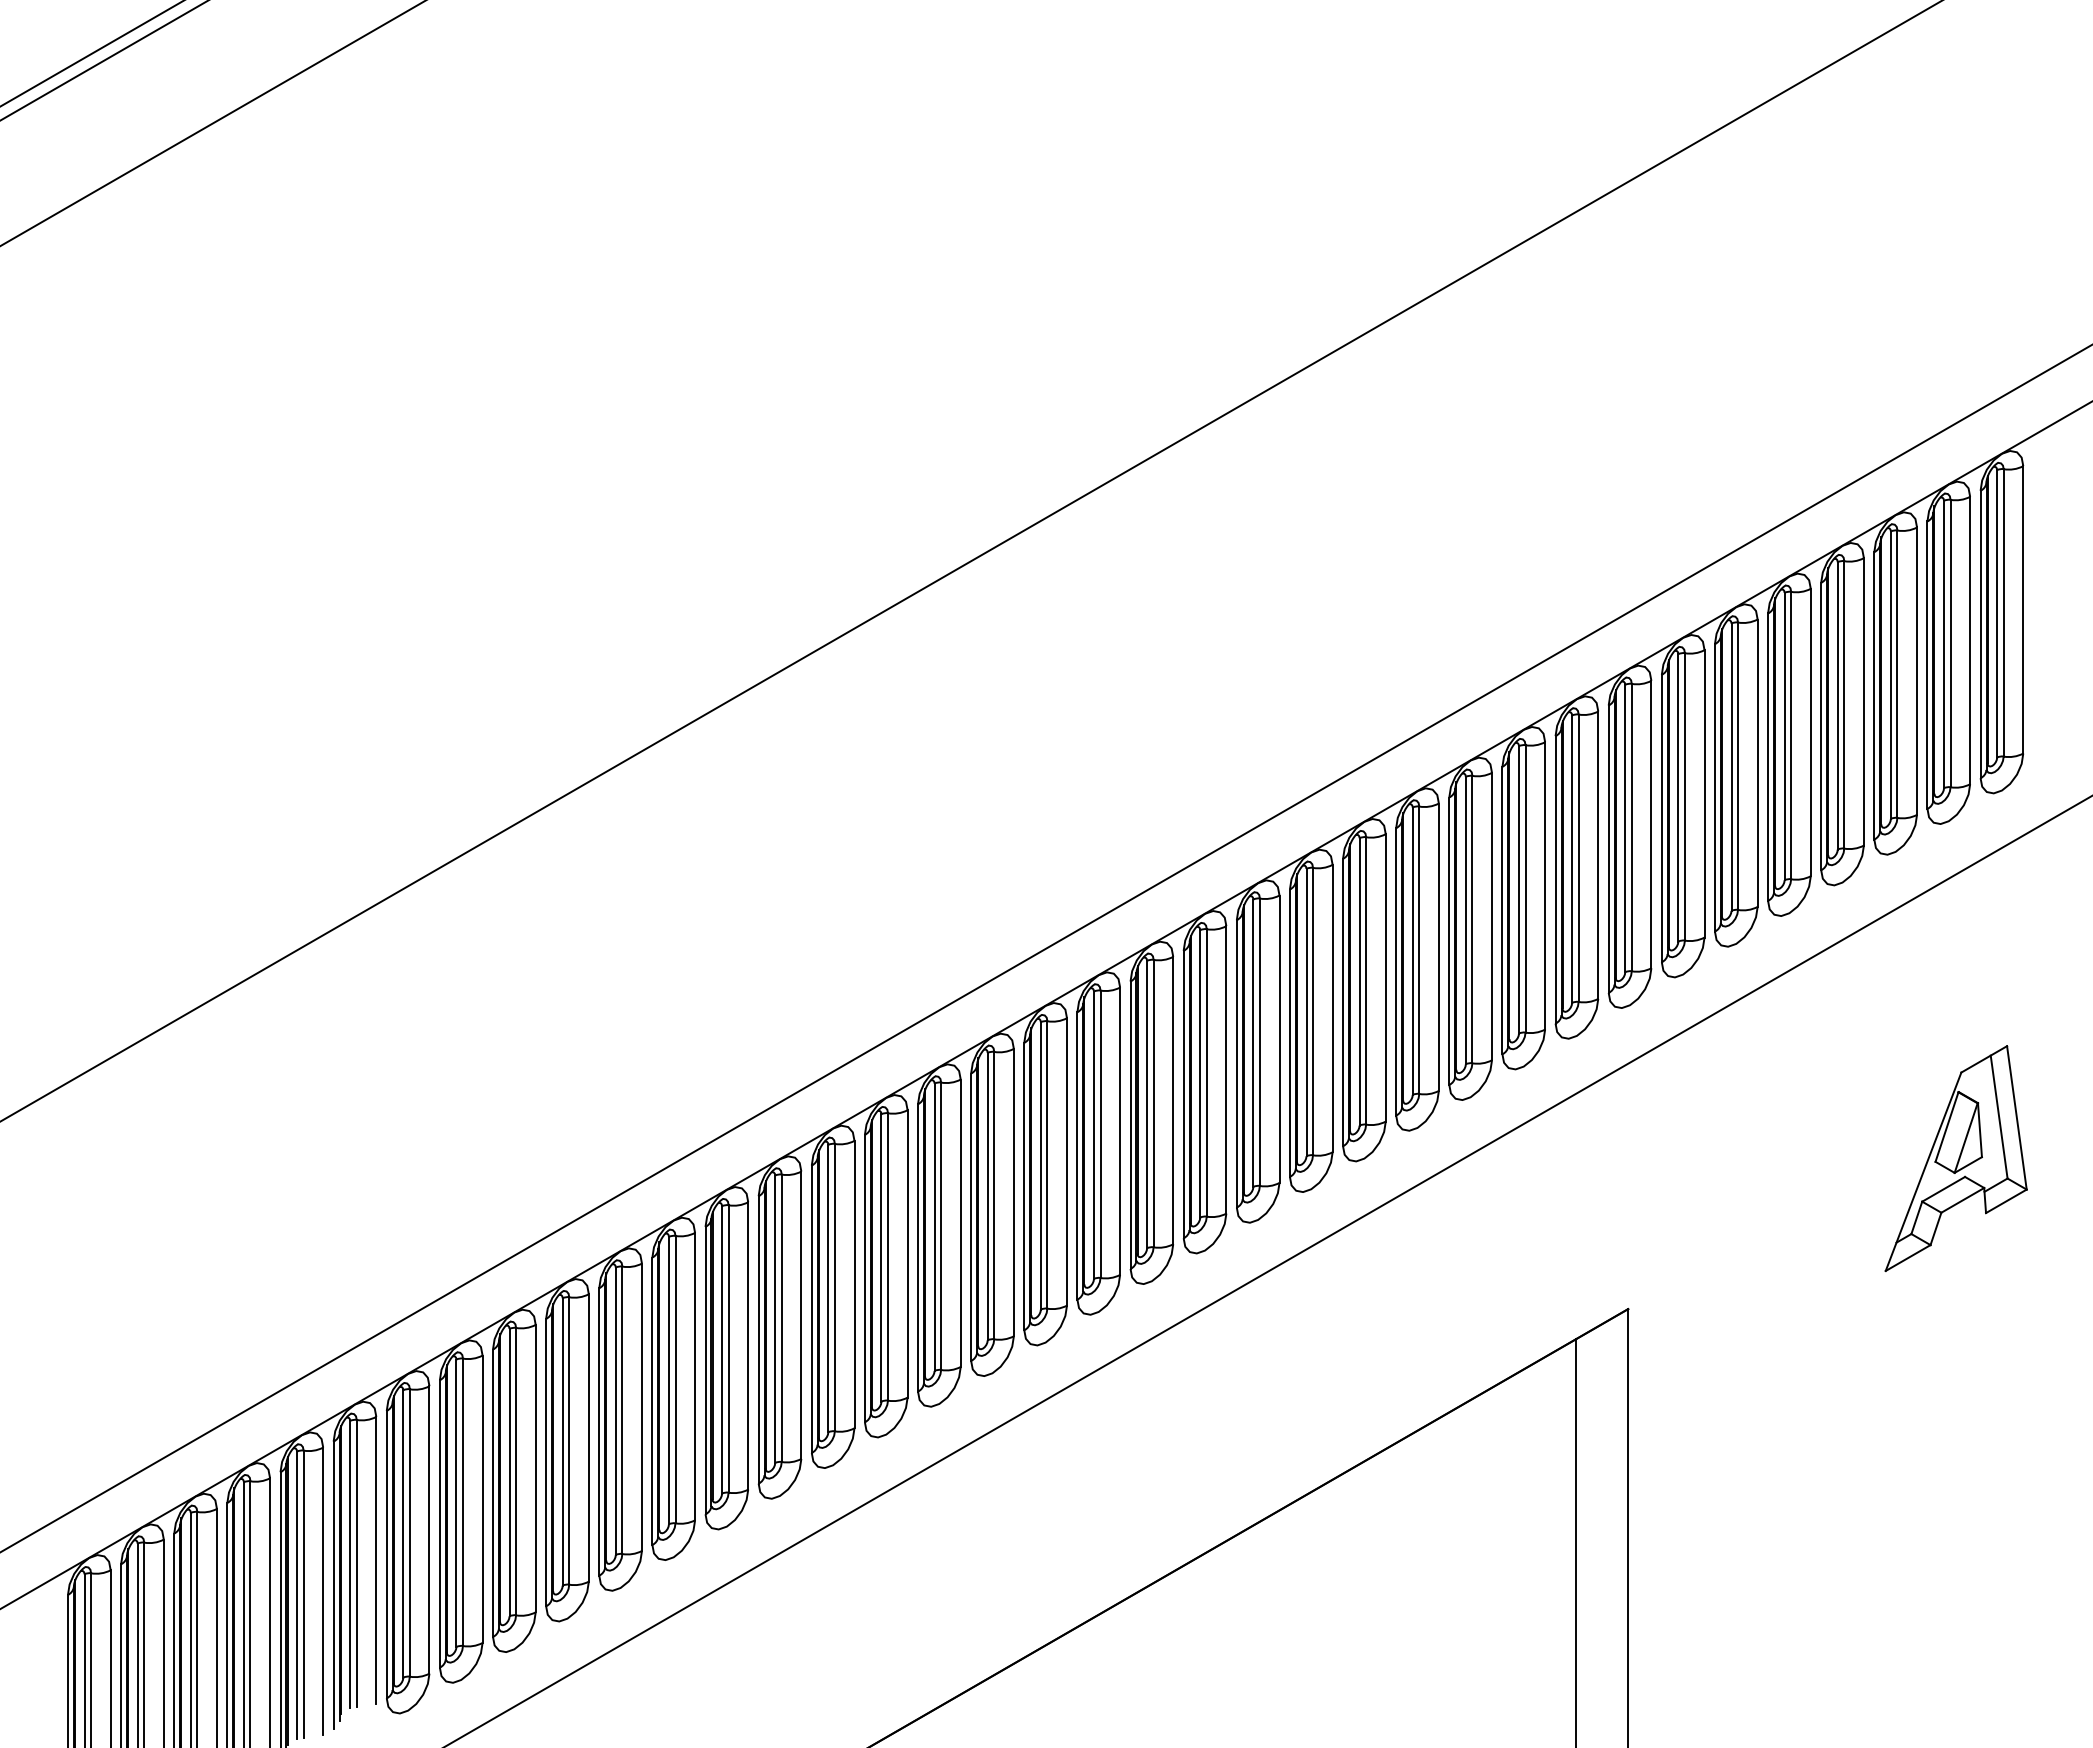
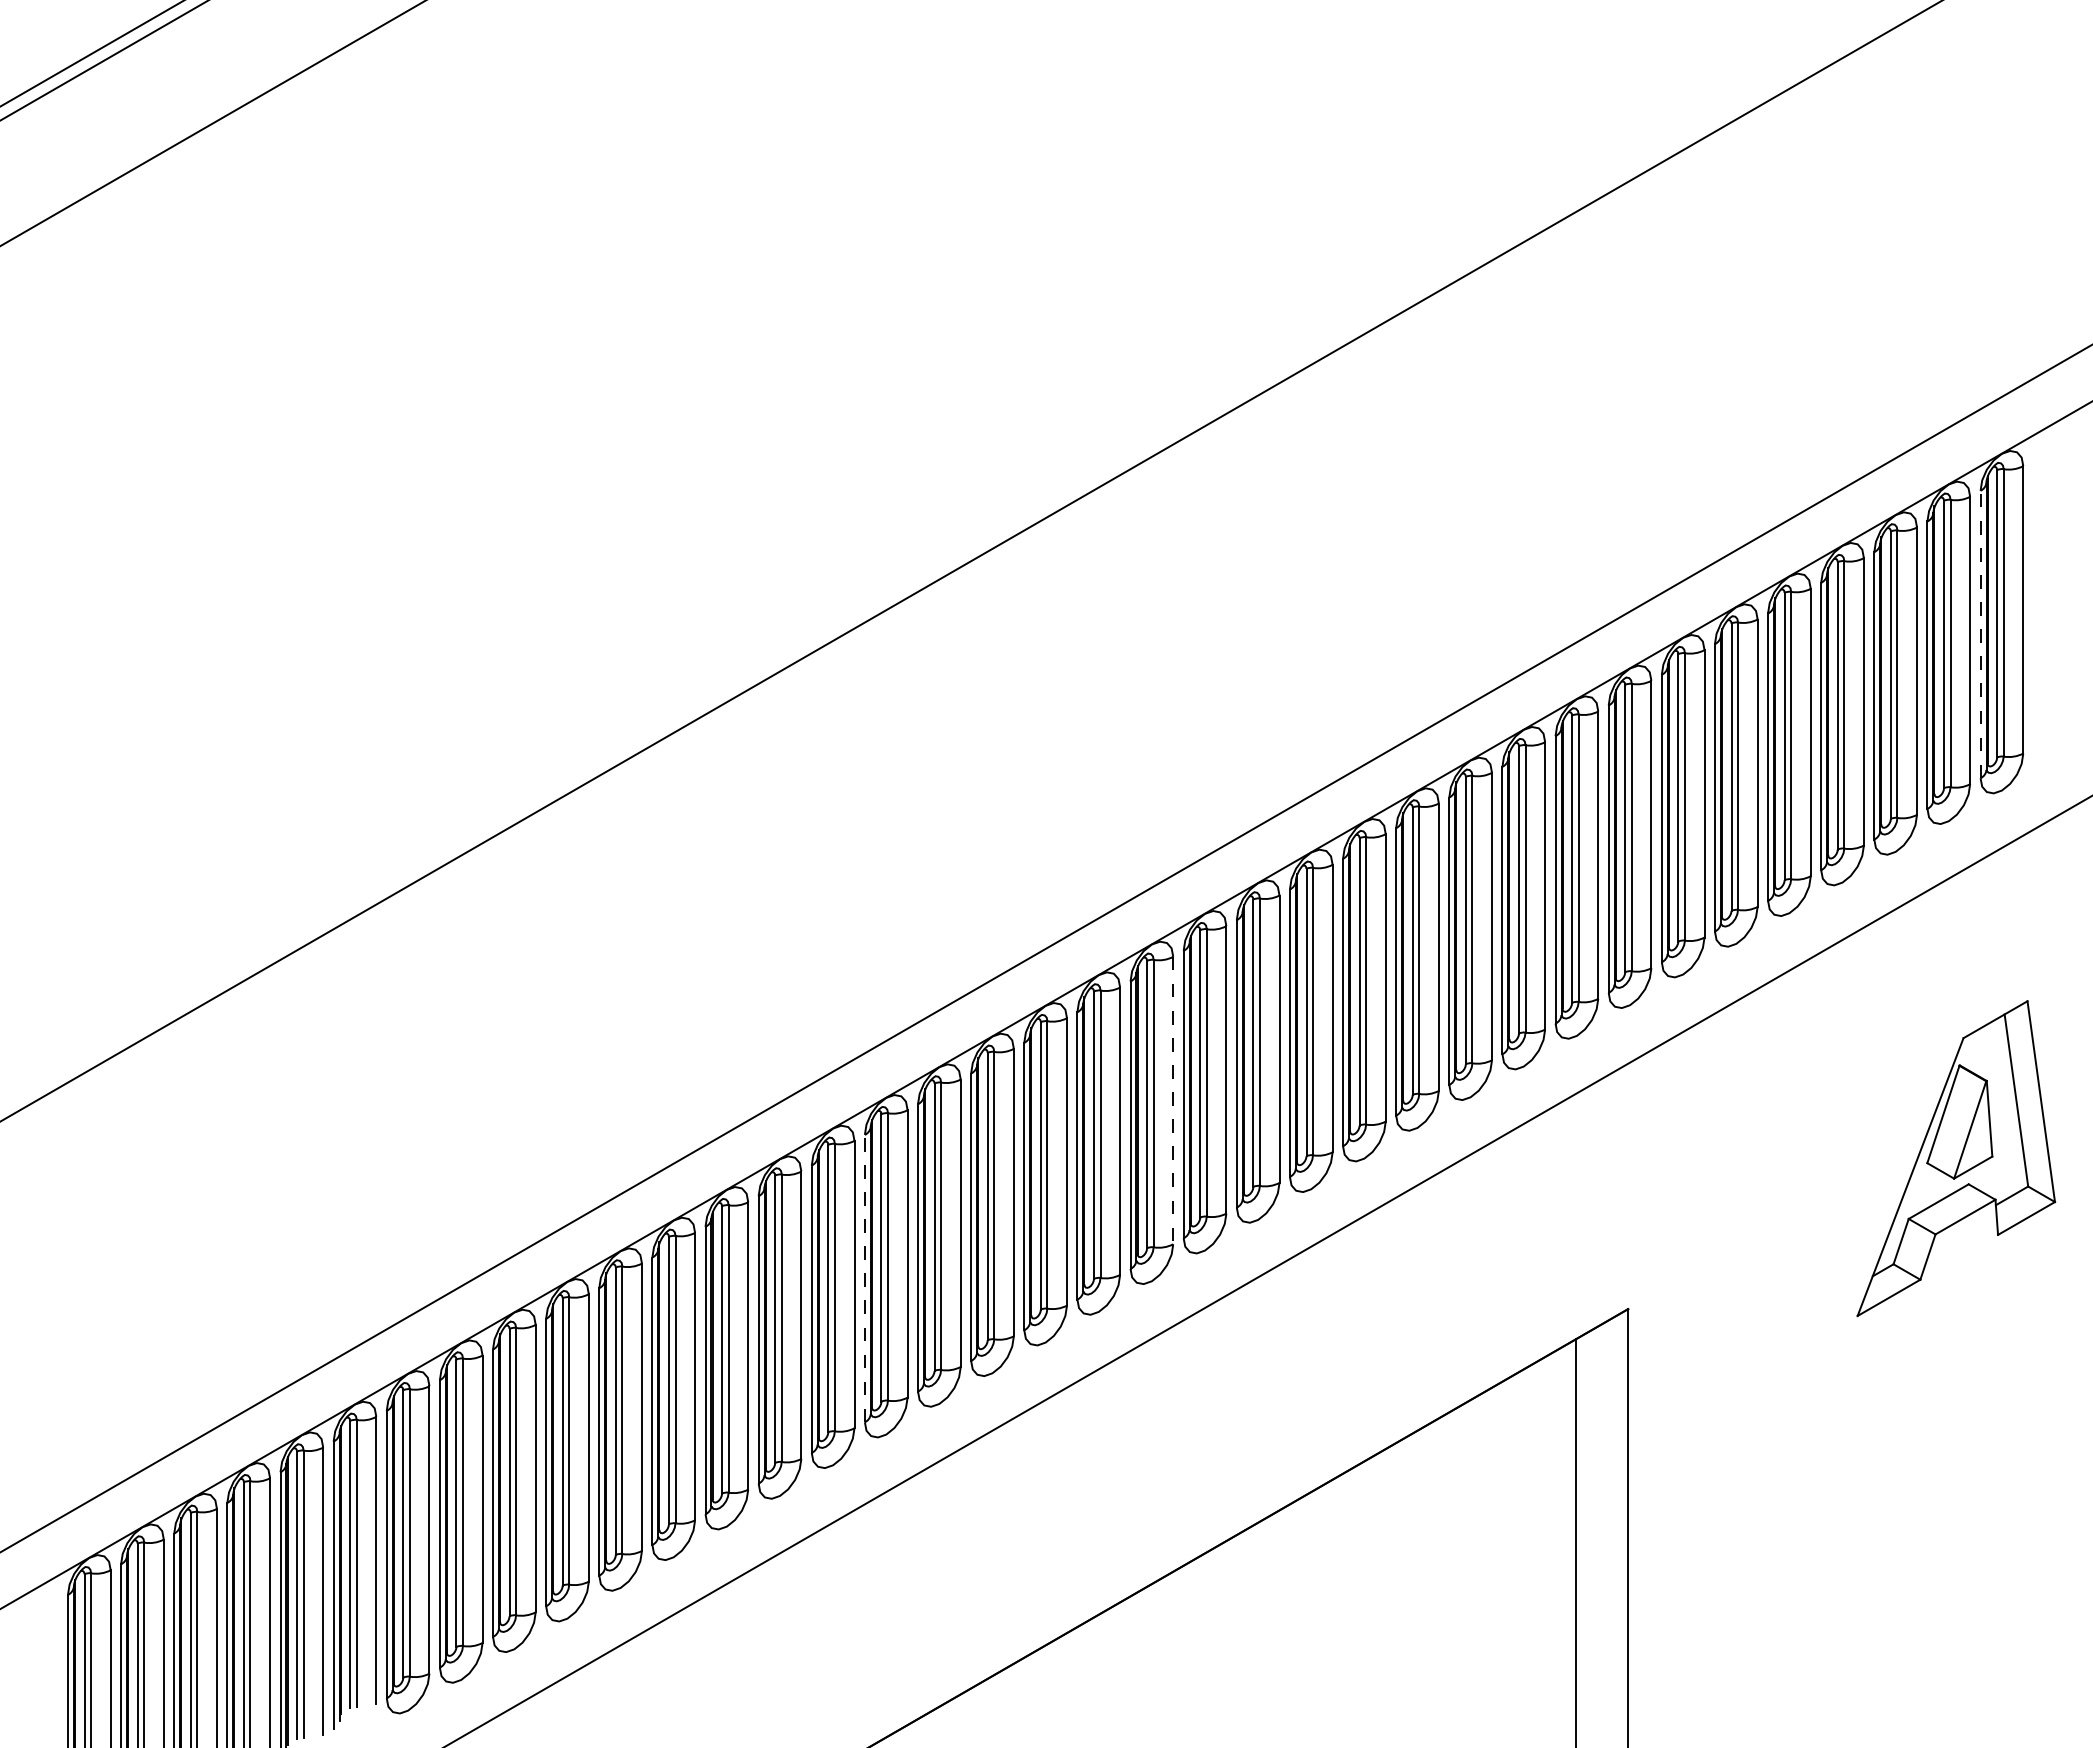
line at (1980, 634): solid -> dashed
line at (1173, 1100): solid -> dashed
part at (1955, 1158) size: 144x227 px -> 201x318 px
line at (864, 1278): solid -> dashed
